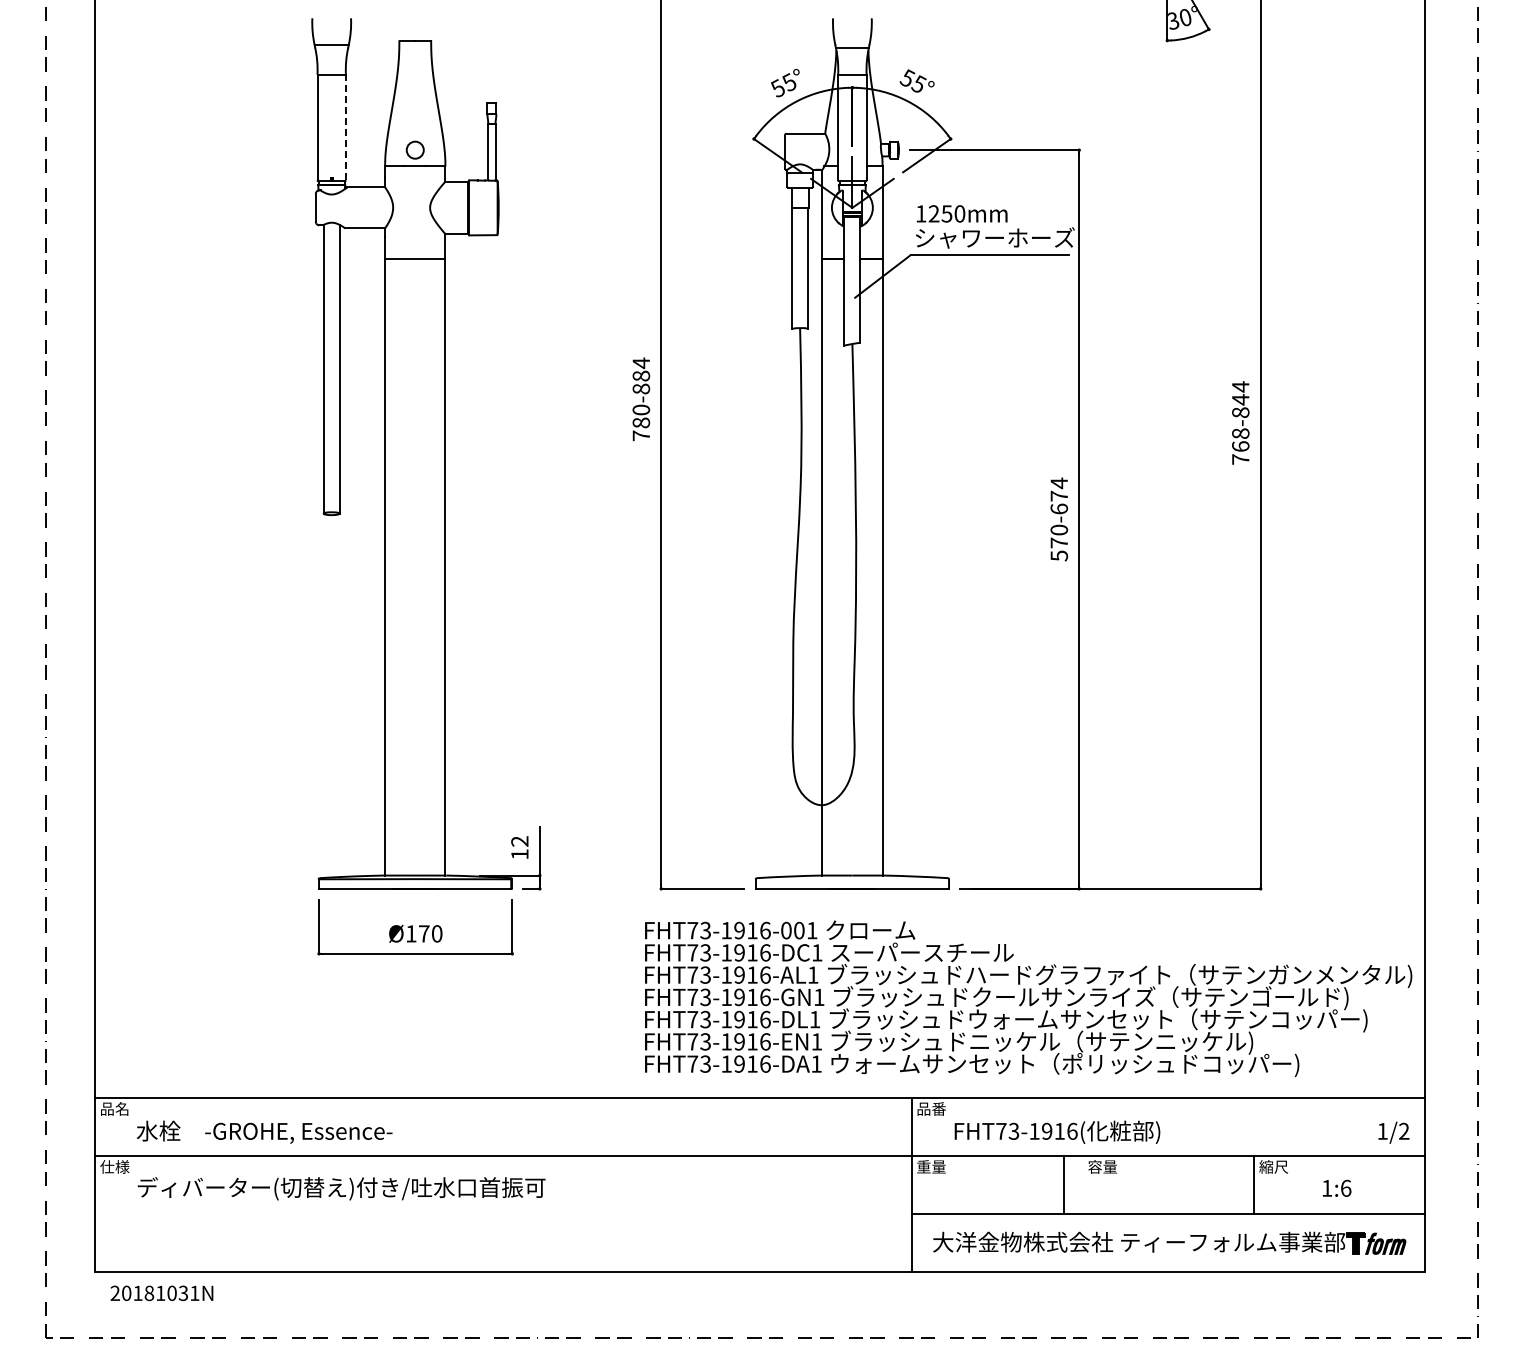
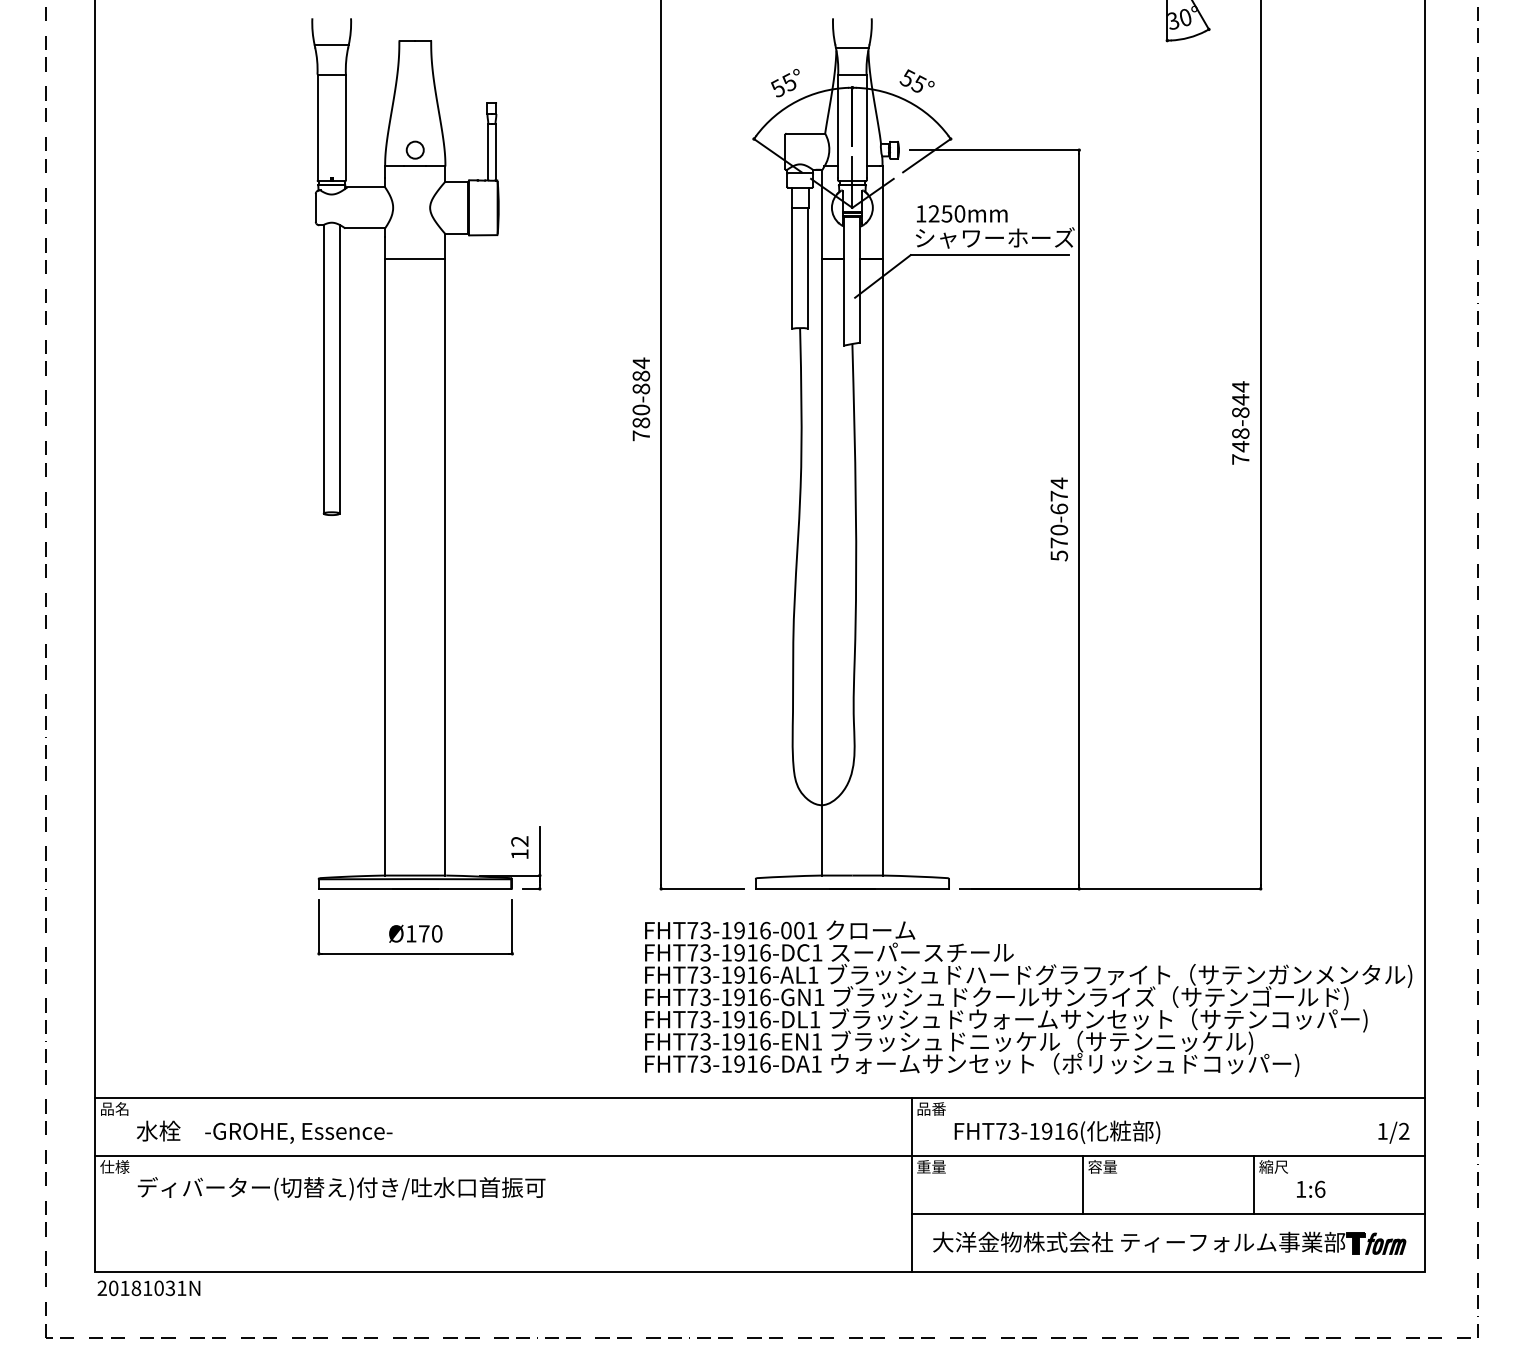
line at (345, 127): dashed -> solid
text at (1240, 446): 768-844 -> 748-844
line at (1063, 1184) position: (1063, 1184) -> (1082, 1184)
text at (1337, 1187) position: (1337, 1187) -> (1311, 1188)
text at (161, 1293) position: (161, 1293) -> (148, 1288)
